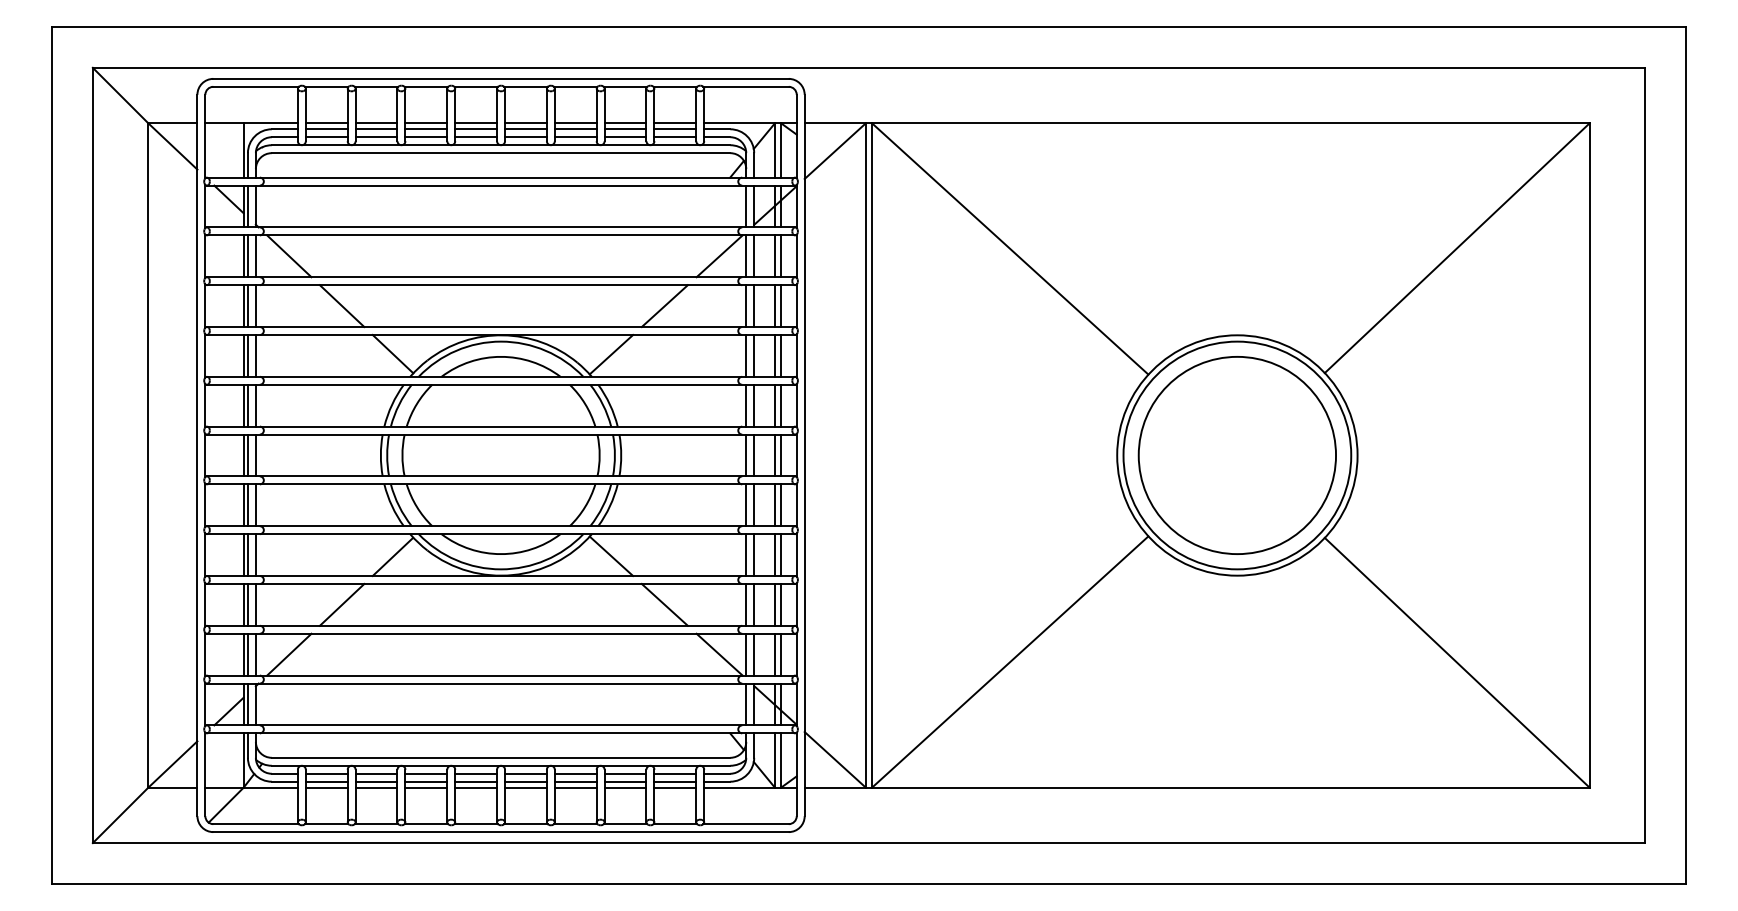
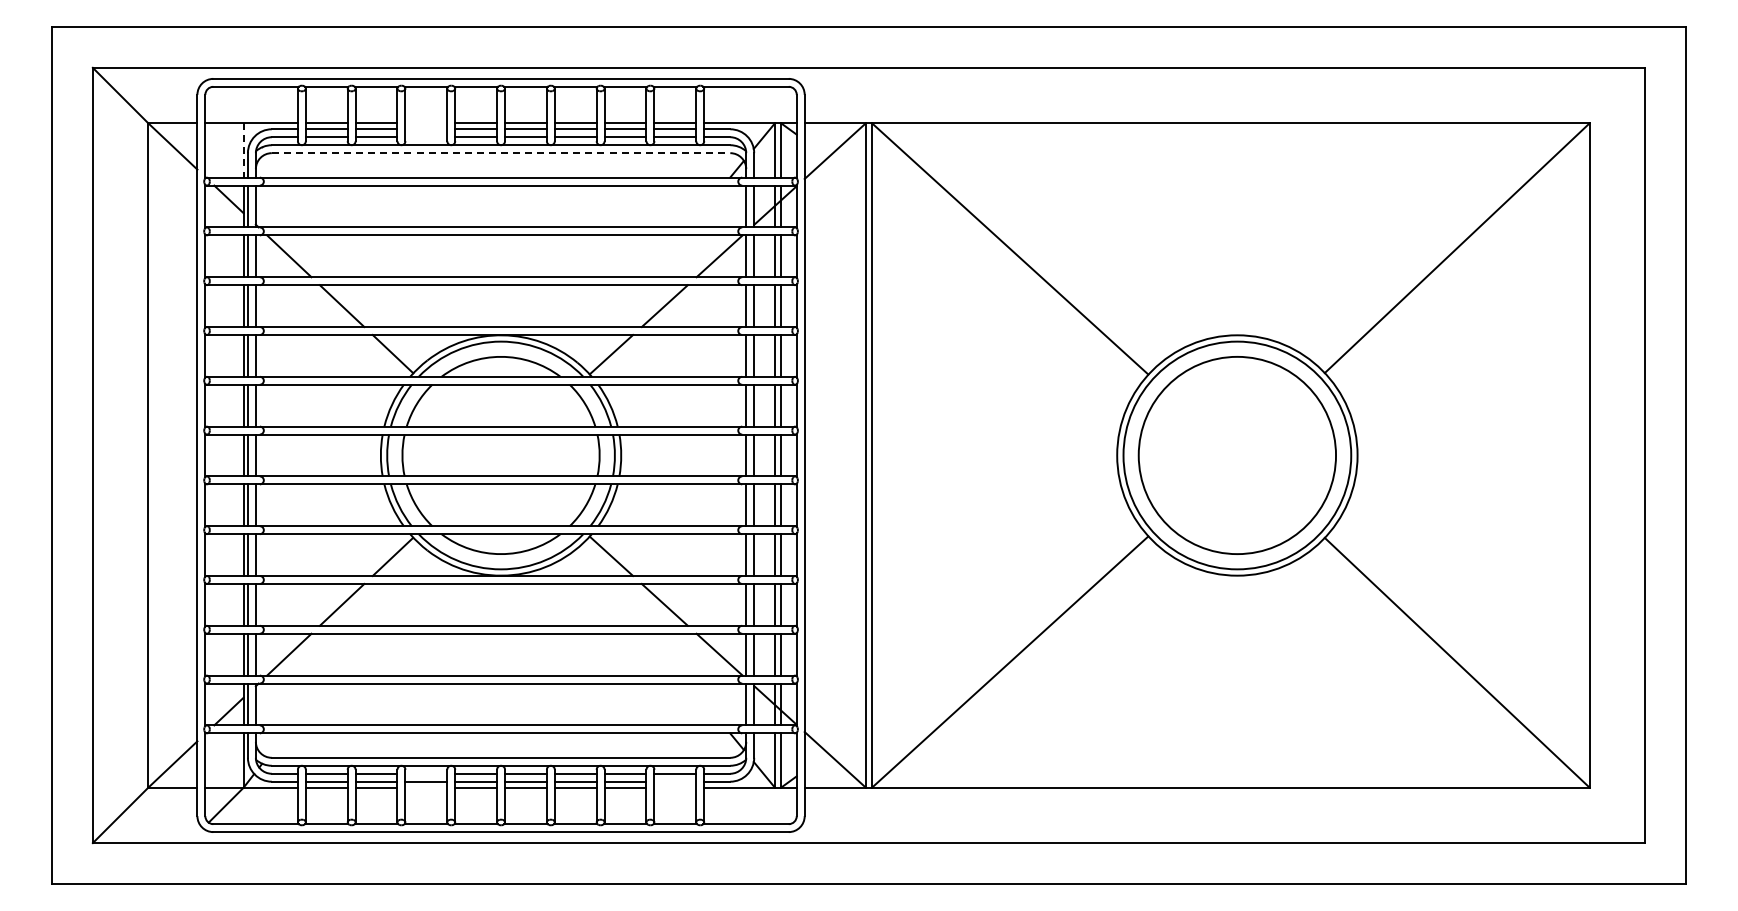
line at (426, 123): present -> none
line at (426, 129): present -> none
line at (426, 137): present -> none
line at (243, 150): solid -> dashed
line at (501, 153): solid -> dashed
line at (426, 773): present -> none
line at (675, 781): present -> none
line at (426, 787): present -> none
line at (675, 787): present -> none
